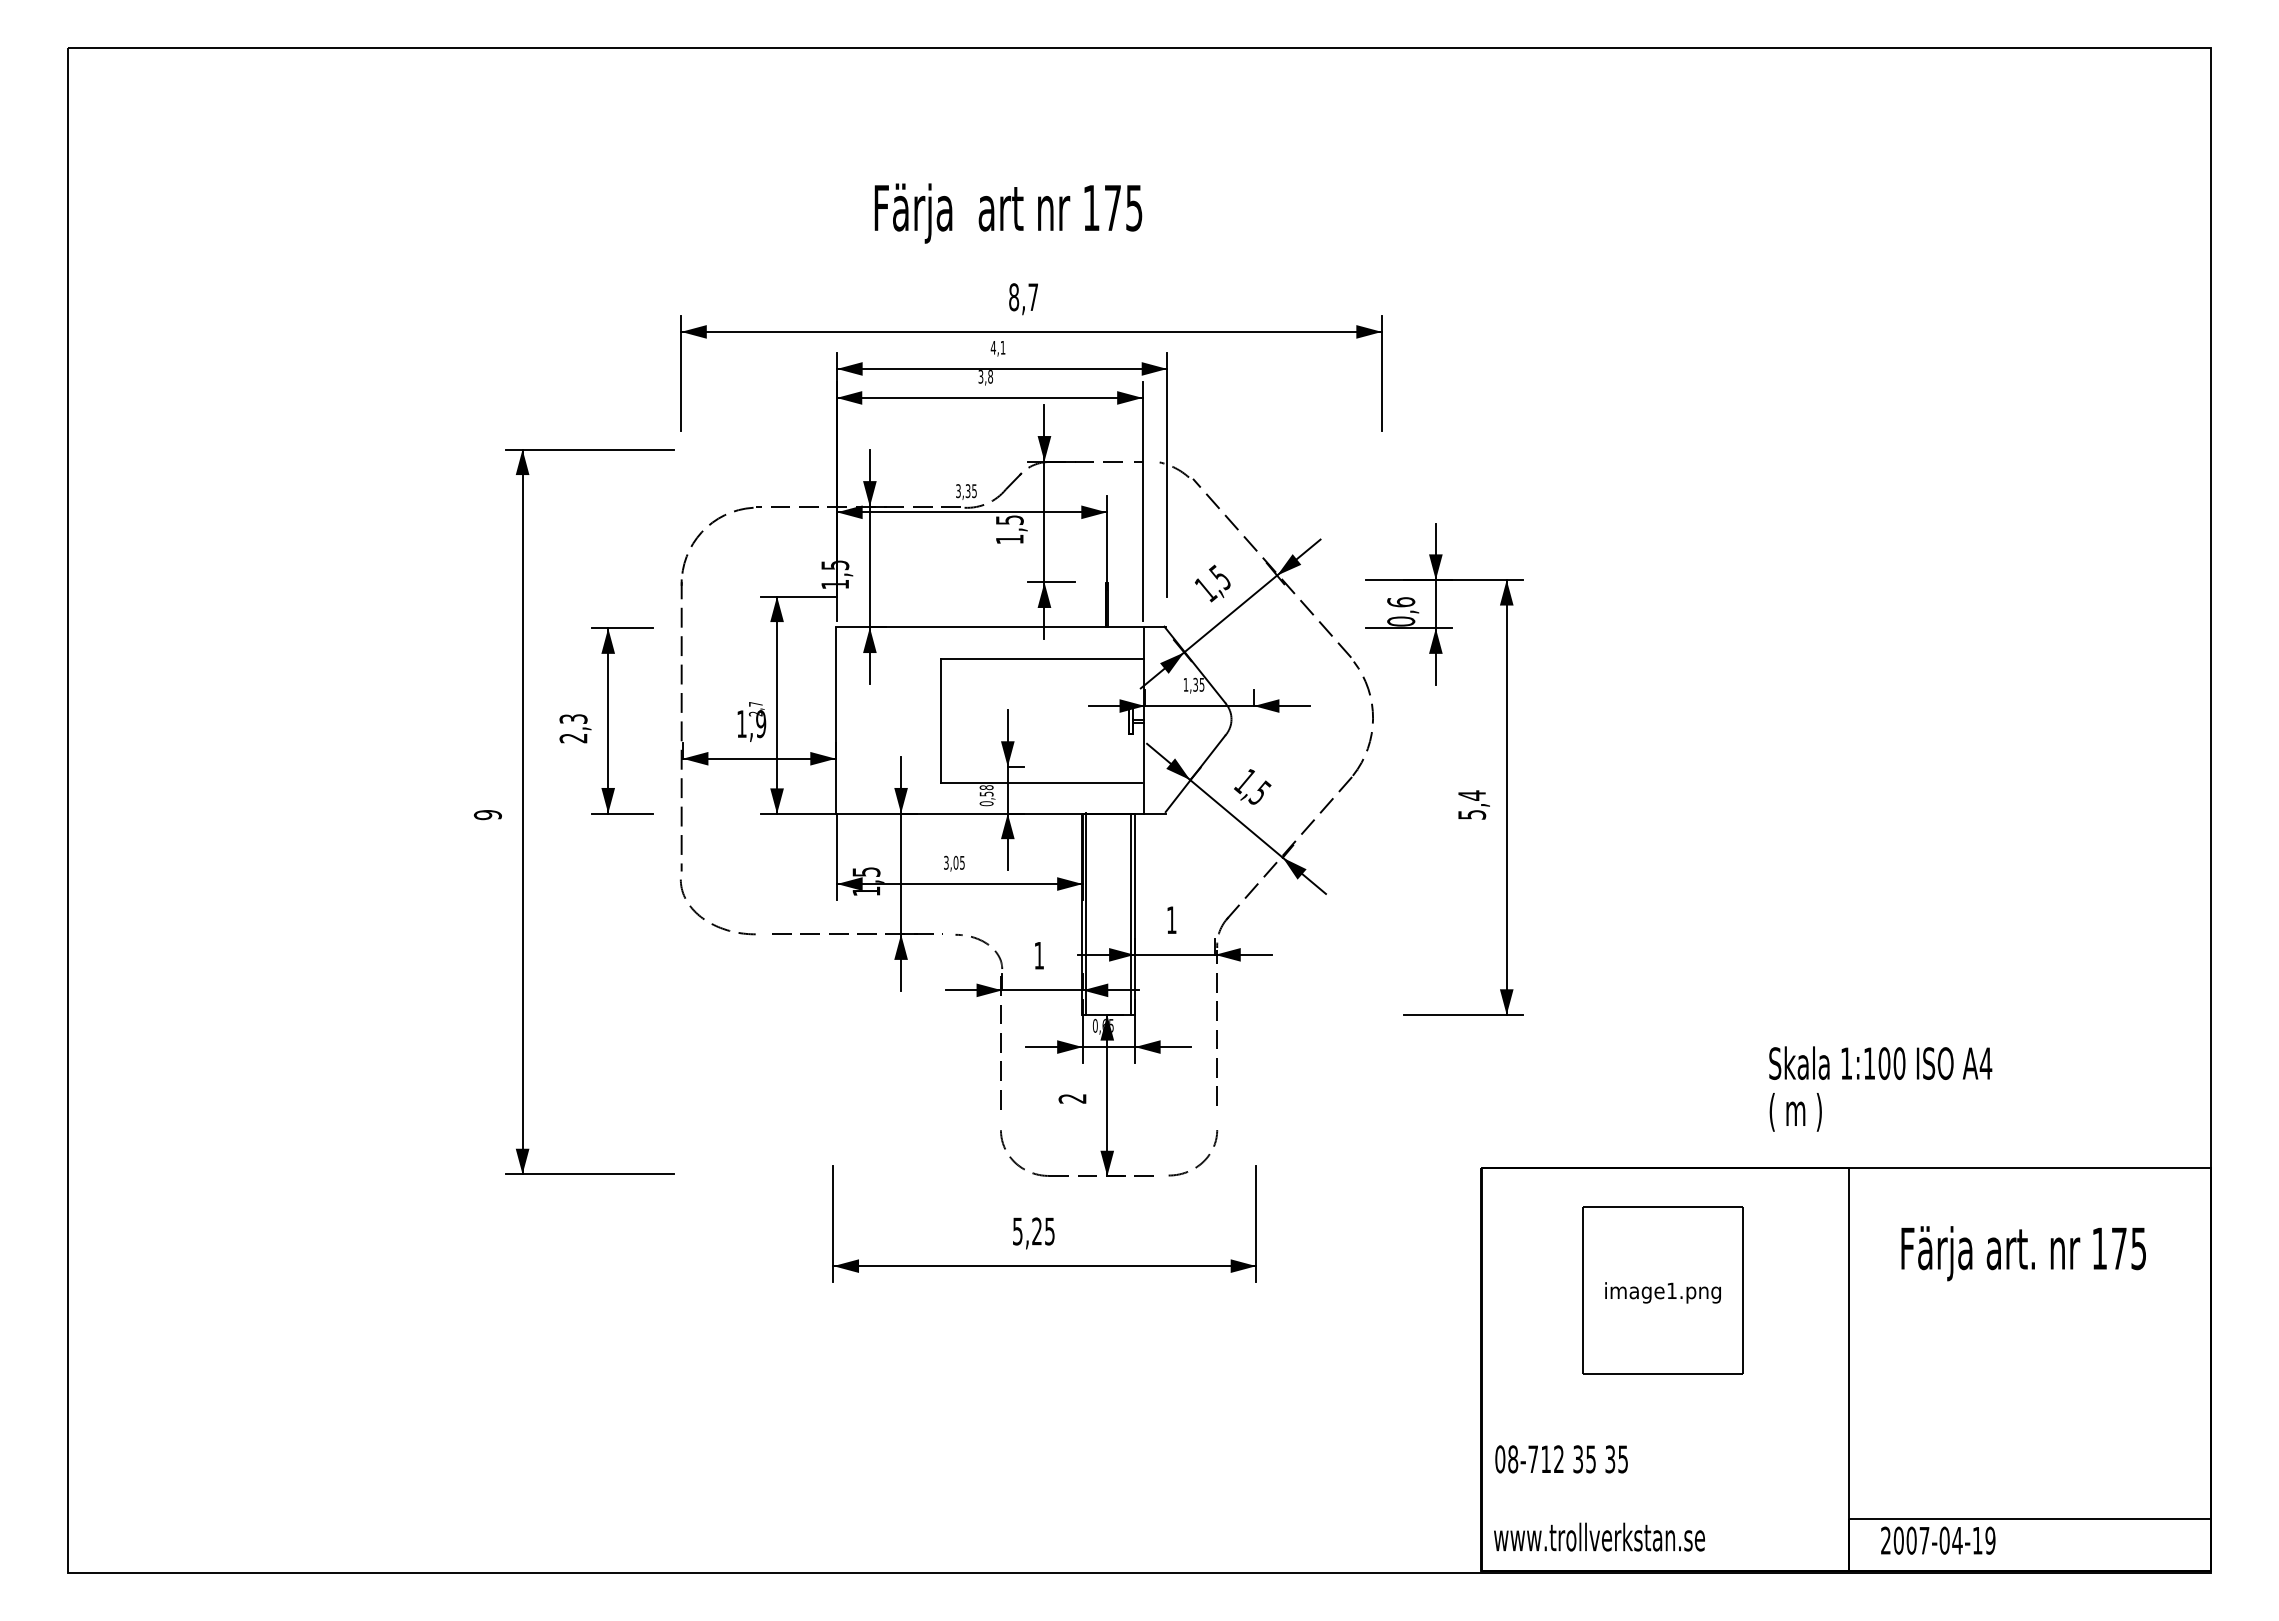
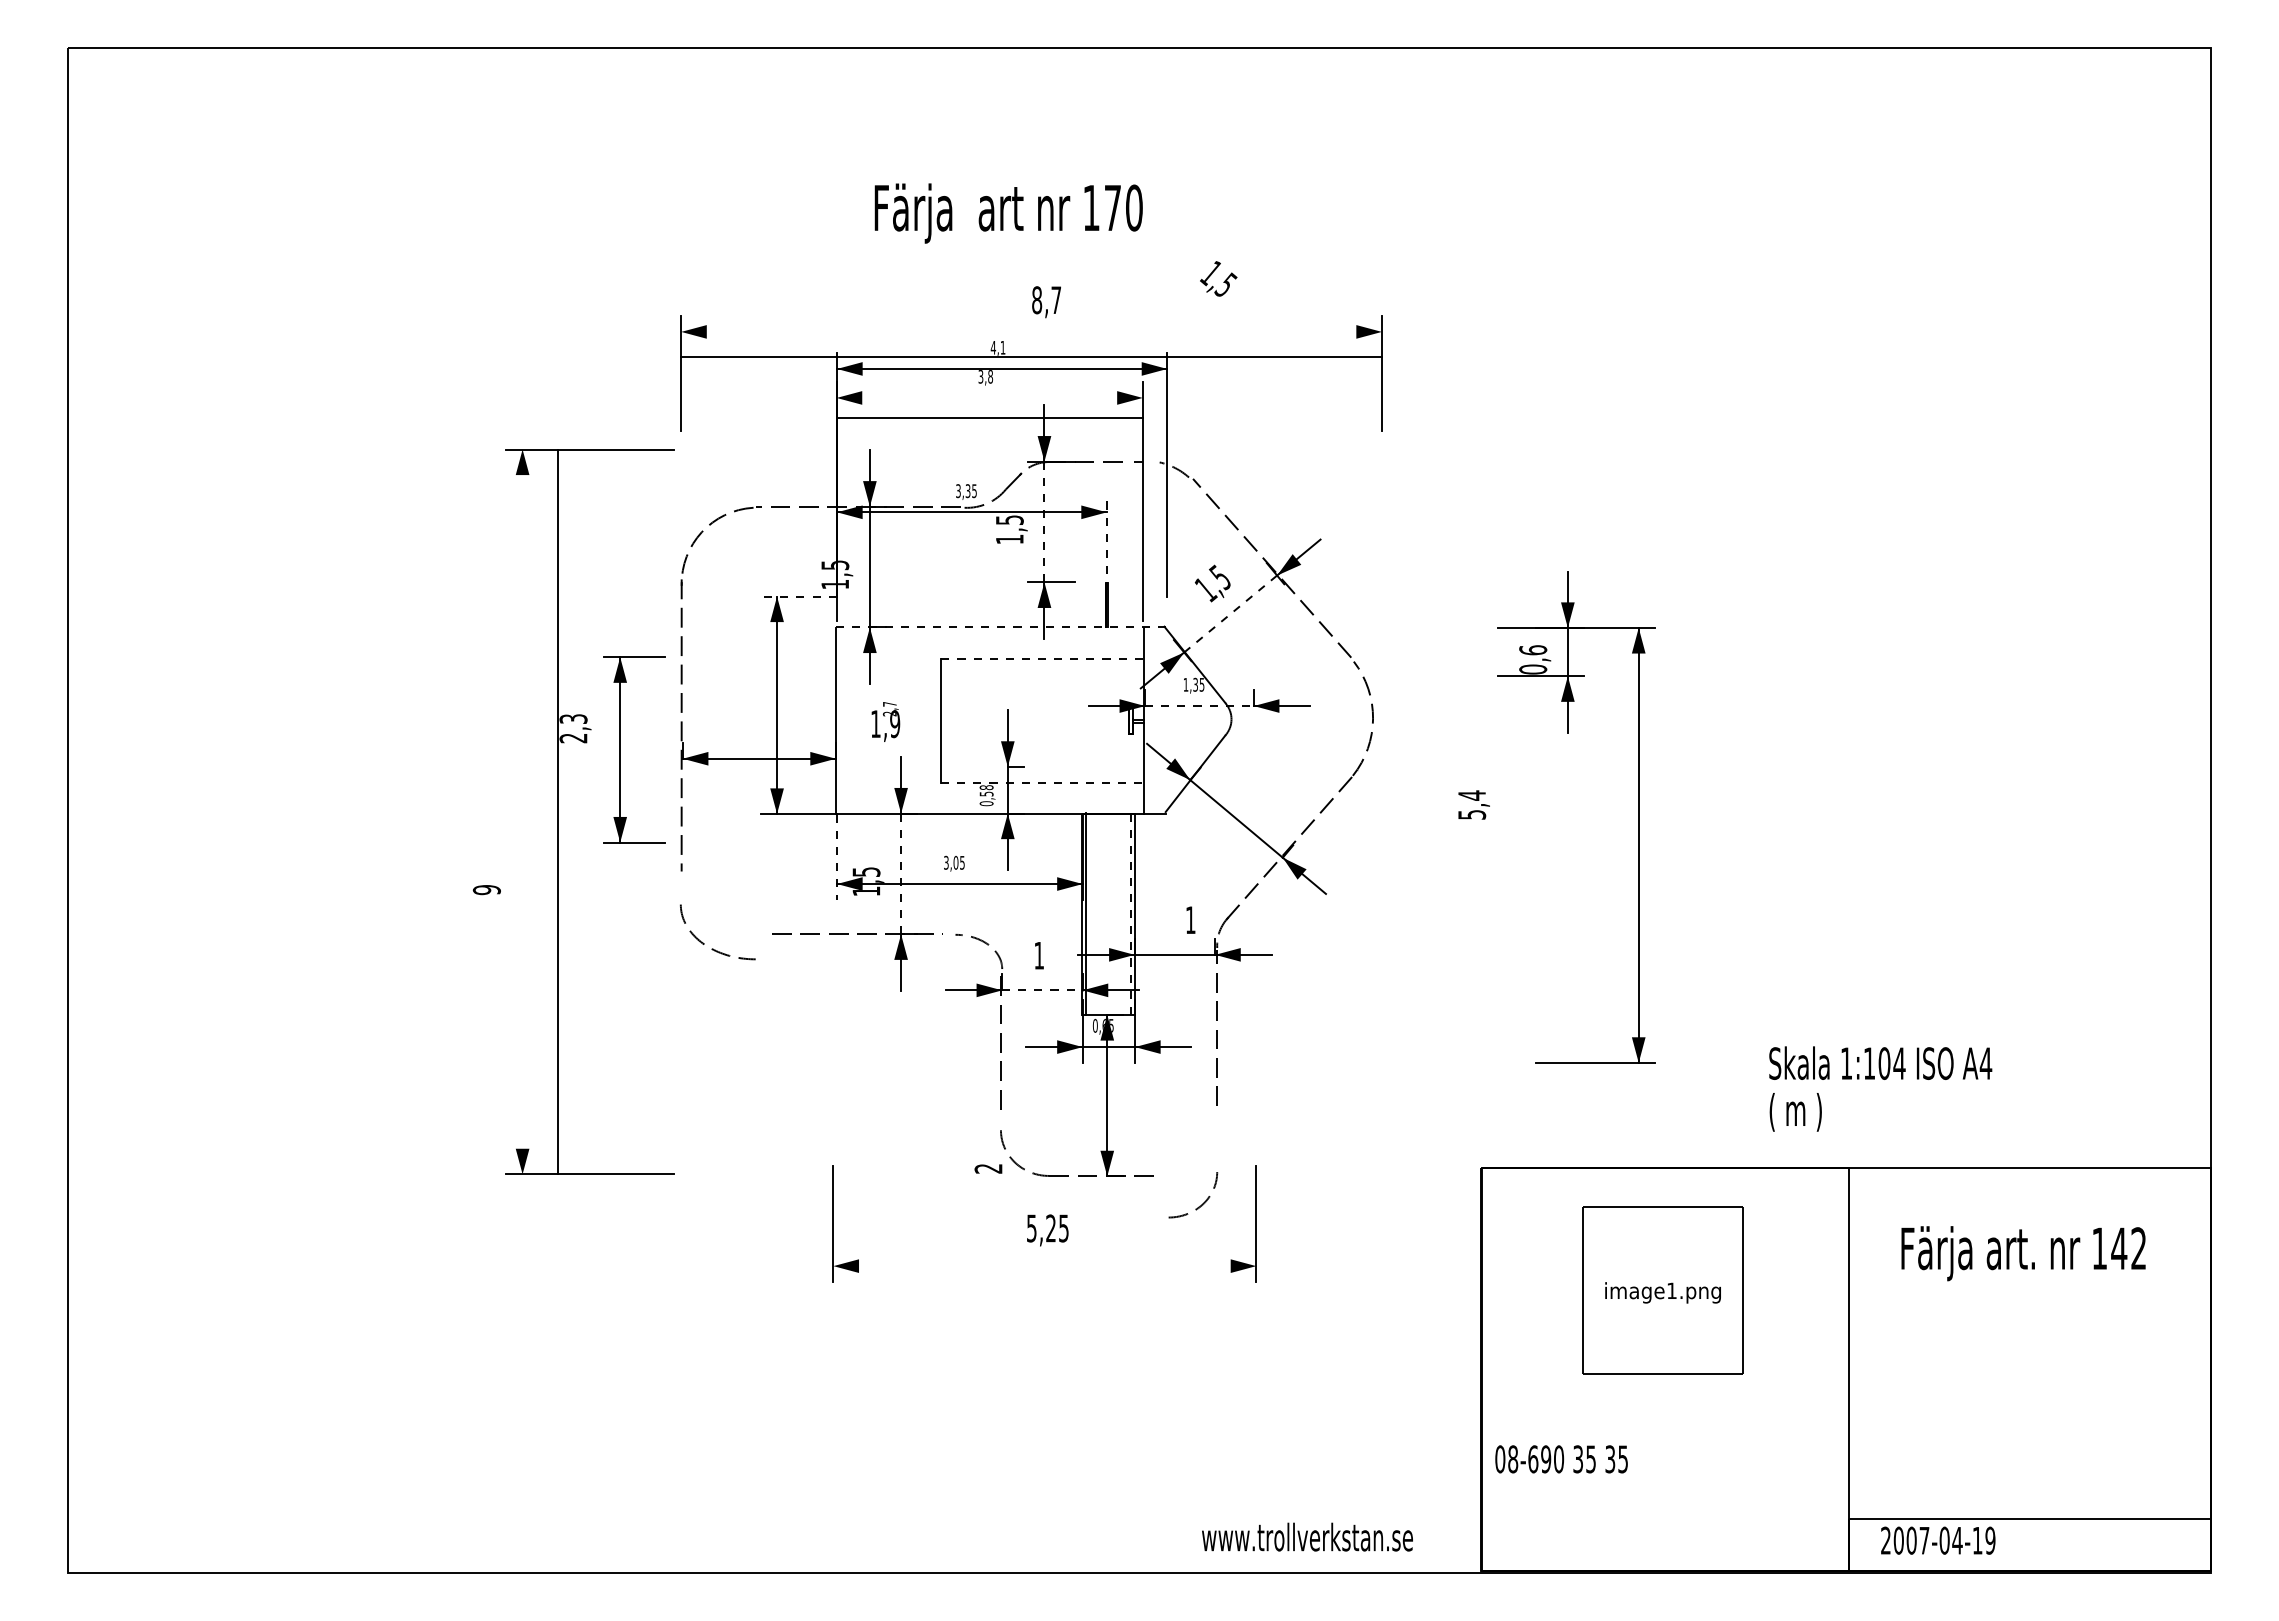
text at (1134, 207): 175 -> 170
text at (1023, 299) position: (1023, 299) -> (1046, 302)
line at (1031, 331) position: (1031, 331) -> (1031, 356)
line at (989, 397) position: (989, 397) -> (989, 417)
line at (1044, 522): solid -> dashed
line at (1106, 543): solid -> dashed
line at (798, 596): solid -> dashed
line at (1230, 614): solid -> dashed
line at (1001, 627): solid -> dashed
line at (1043, 659): solid -> dashed
line at (1199, 706): solid -> dashed
part at (608, 720) position: (608, 720) -> (620, 749)
text at (751, 721) position: (751, 721) -> (885, 721)
part at (1506, 769) position: (1506, 769) -> (1638, 817)
line at (1041, 782): solid -> dashed
text at (1252, 786) position: (1252, 786) -> (1218, 278)
line at (522, 811) position: (522, 811) -> (557, 811)
text at (487, 815) position: (487, 815) -> (486, 890)
line at (837, 857): solid -> dashed
line at (901, 873): solid -> dashed
line at (1130, 914): solid -> dashed
text at (1171, 919) position: (1171, 919) -> (1190, 919)
curve at (713, 923) position: (713, 923) -> (713, 948)
line at (1042, 990): solid -> dashed
text at (1899, 1063): 1:100 -> 1:104
text at (1072, 1098) position: (1072, 1098) -> (988, 1168)
curve at (1202, 1161) position: (1202, 1161) -> (1202, 1203)
text at (1033, 1233) position: (1033, 1233) -> (1047, 1230)
text at (2128, 1248): 175 -> 142
line at (1044, 1266): present -> none
text at (1546, 1459): 08-712 -> 08-690
text at (1599, 1536) position: (1599, 1536) -> (1307, 1536)
